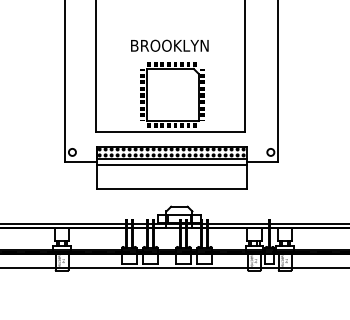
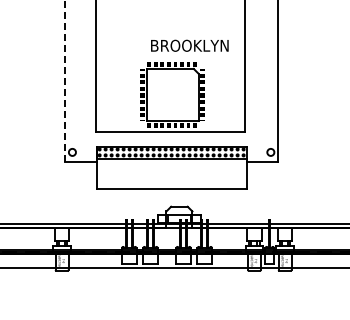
text at (169, 45) position: (169, 45) -> (189, 45)
line at (65, 81): solid -> dashed
line at (171, 164): present -> none
